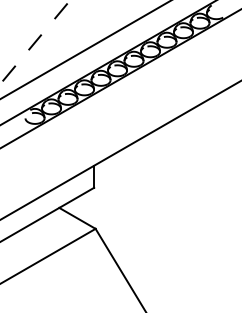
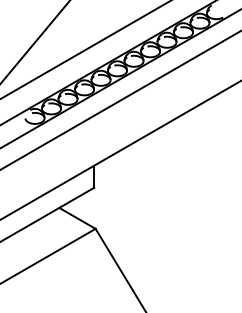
line at (35, 42): dashed -> solid
line at (120, 100): none -> present
